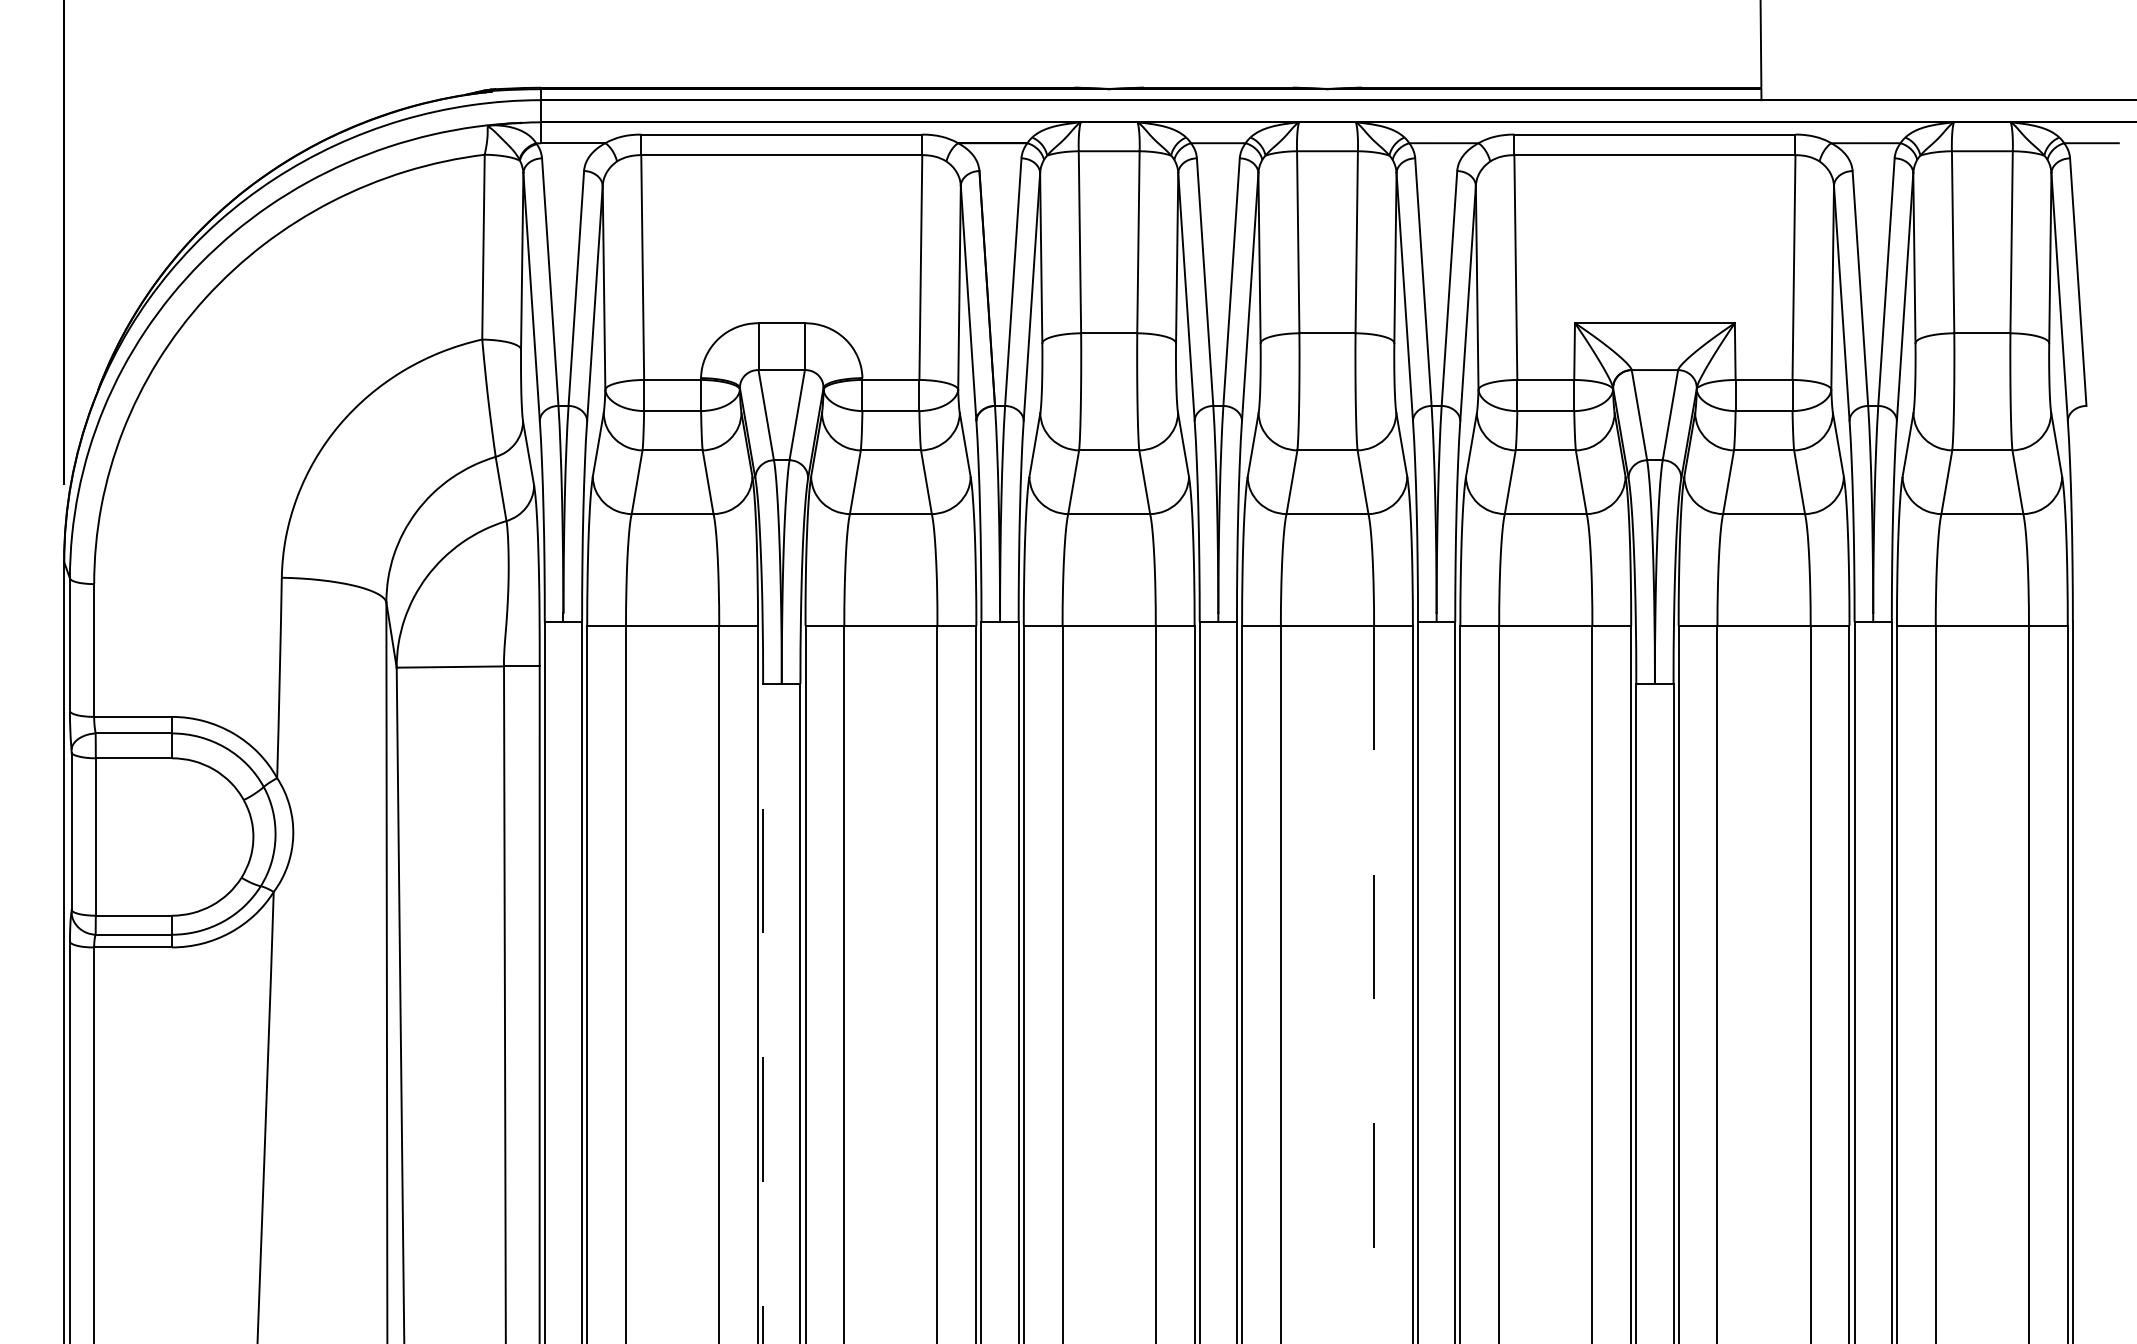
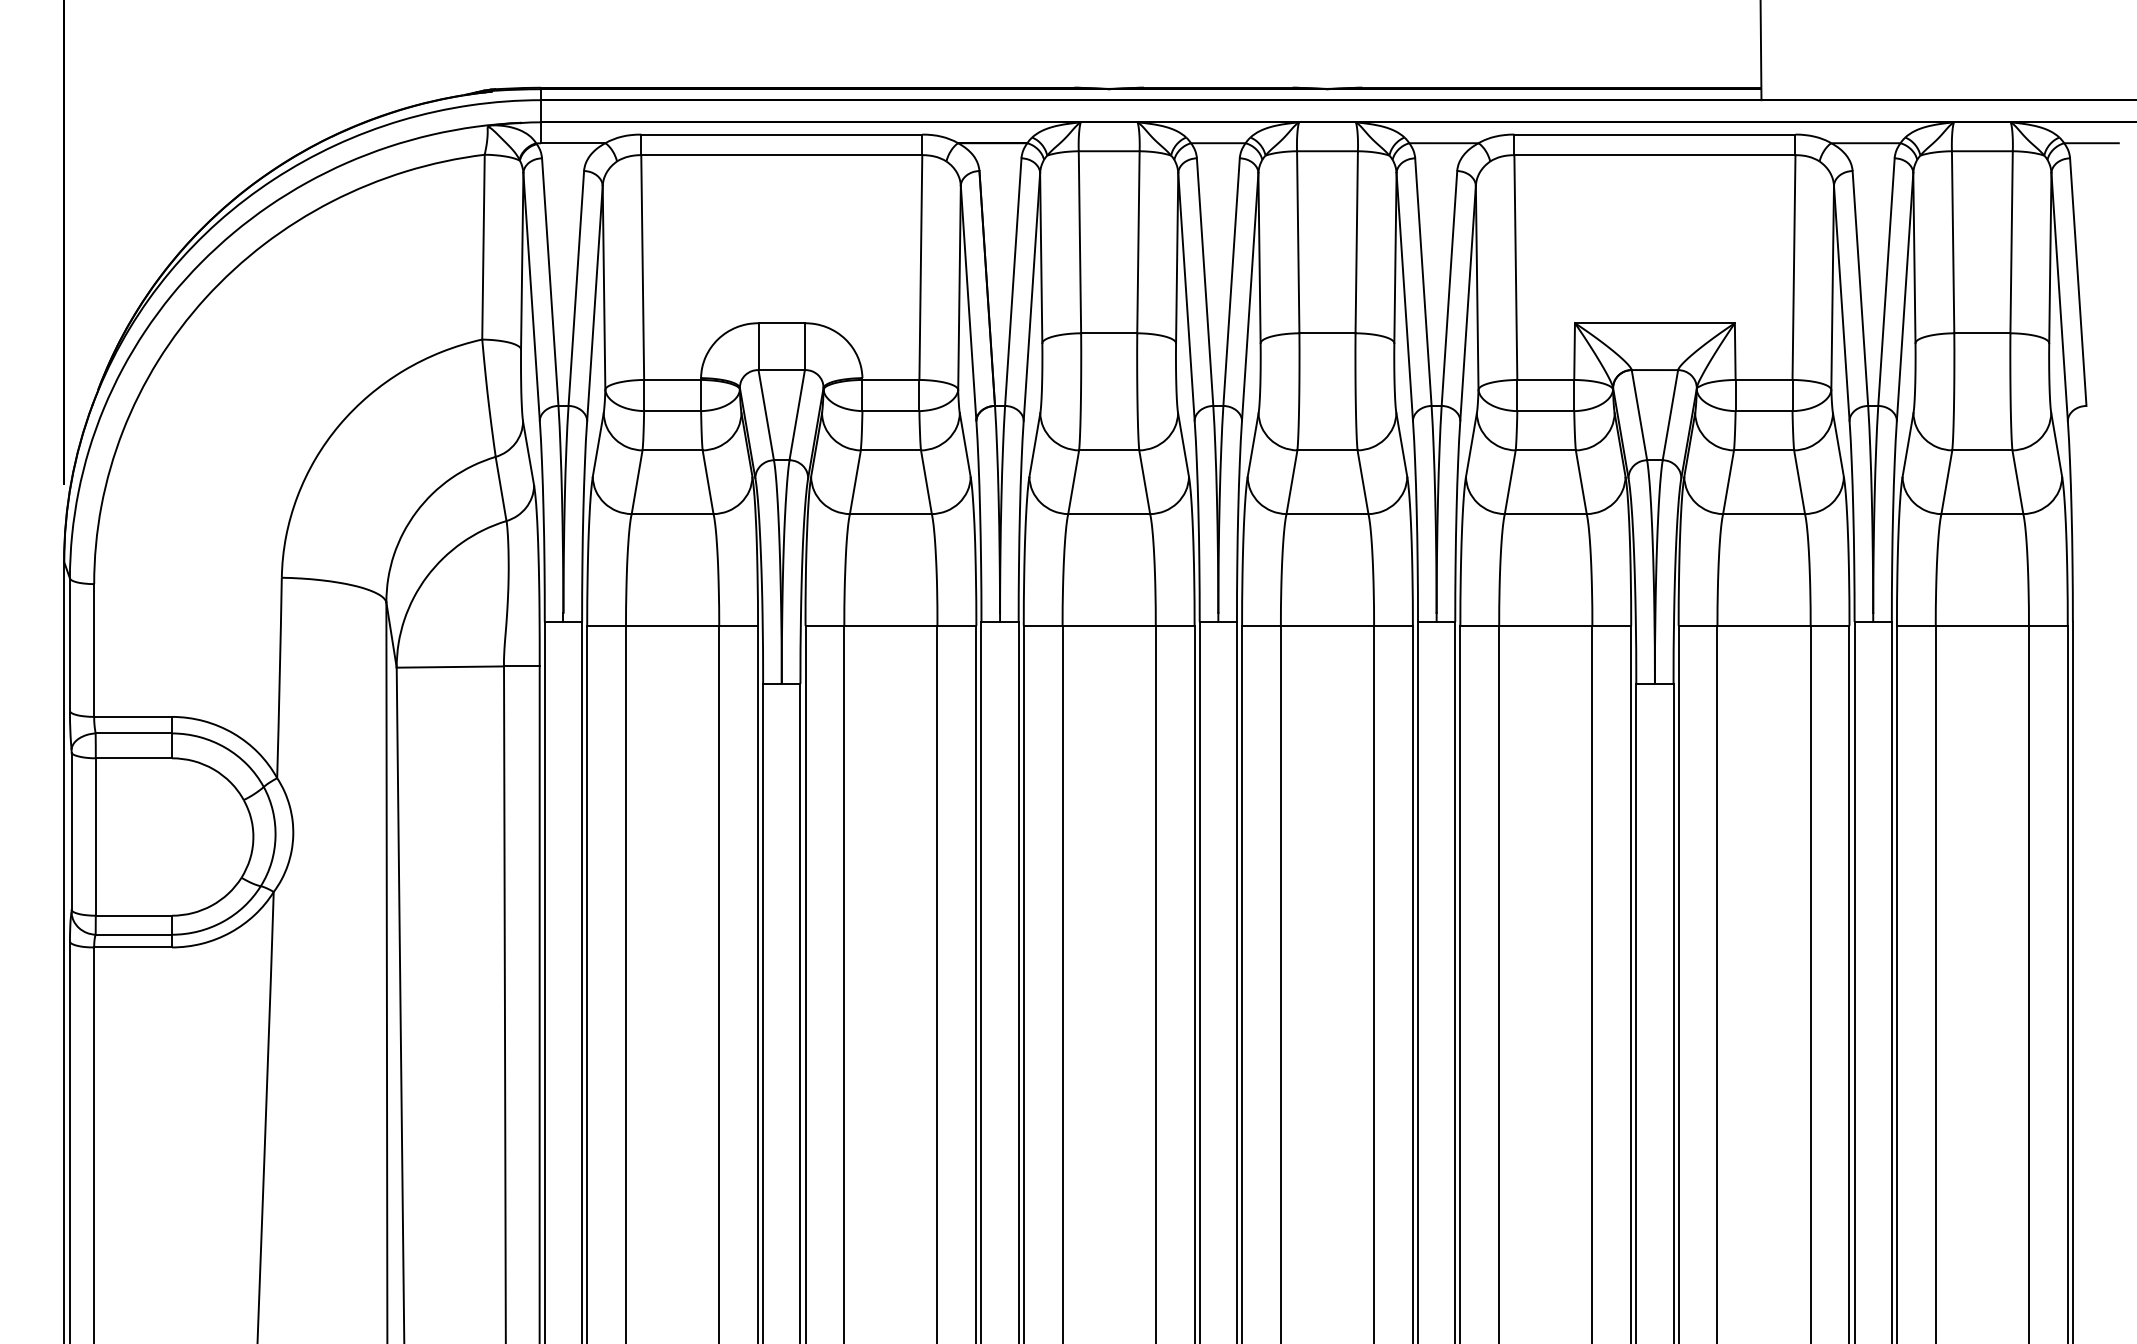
line at (1374, 984): dashed -> solid
line at (763, 1013): dashed -> solid
